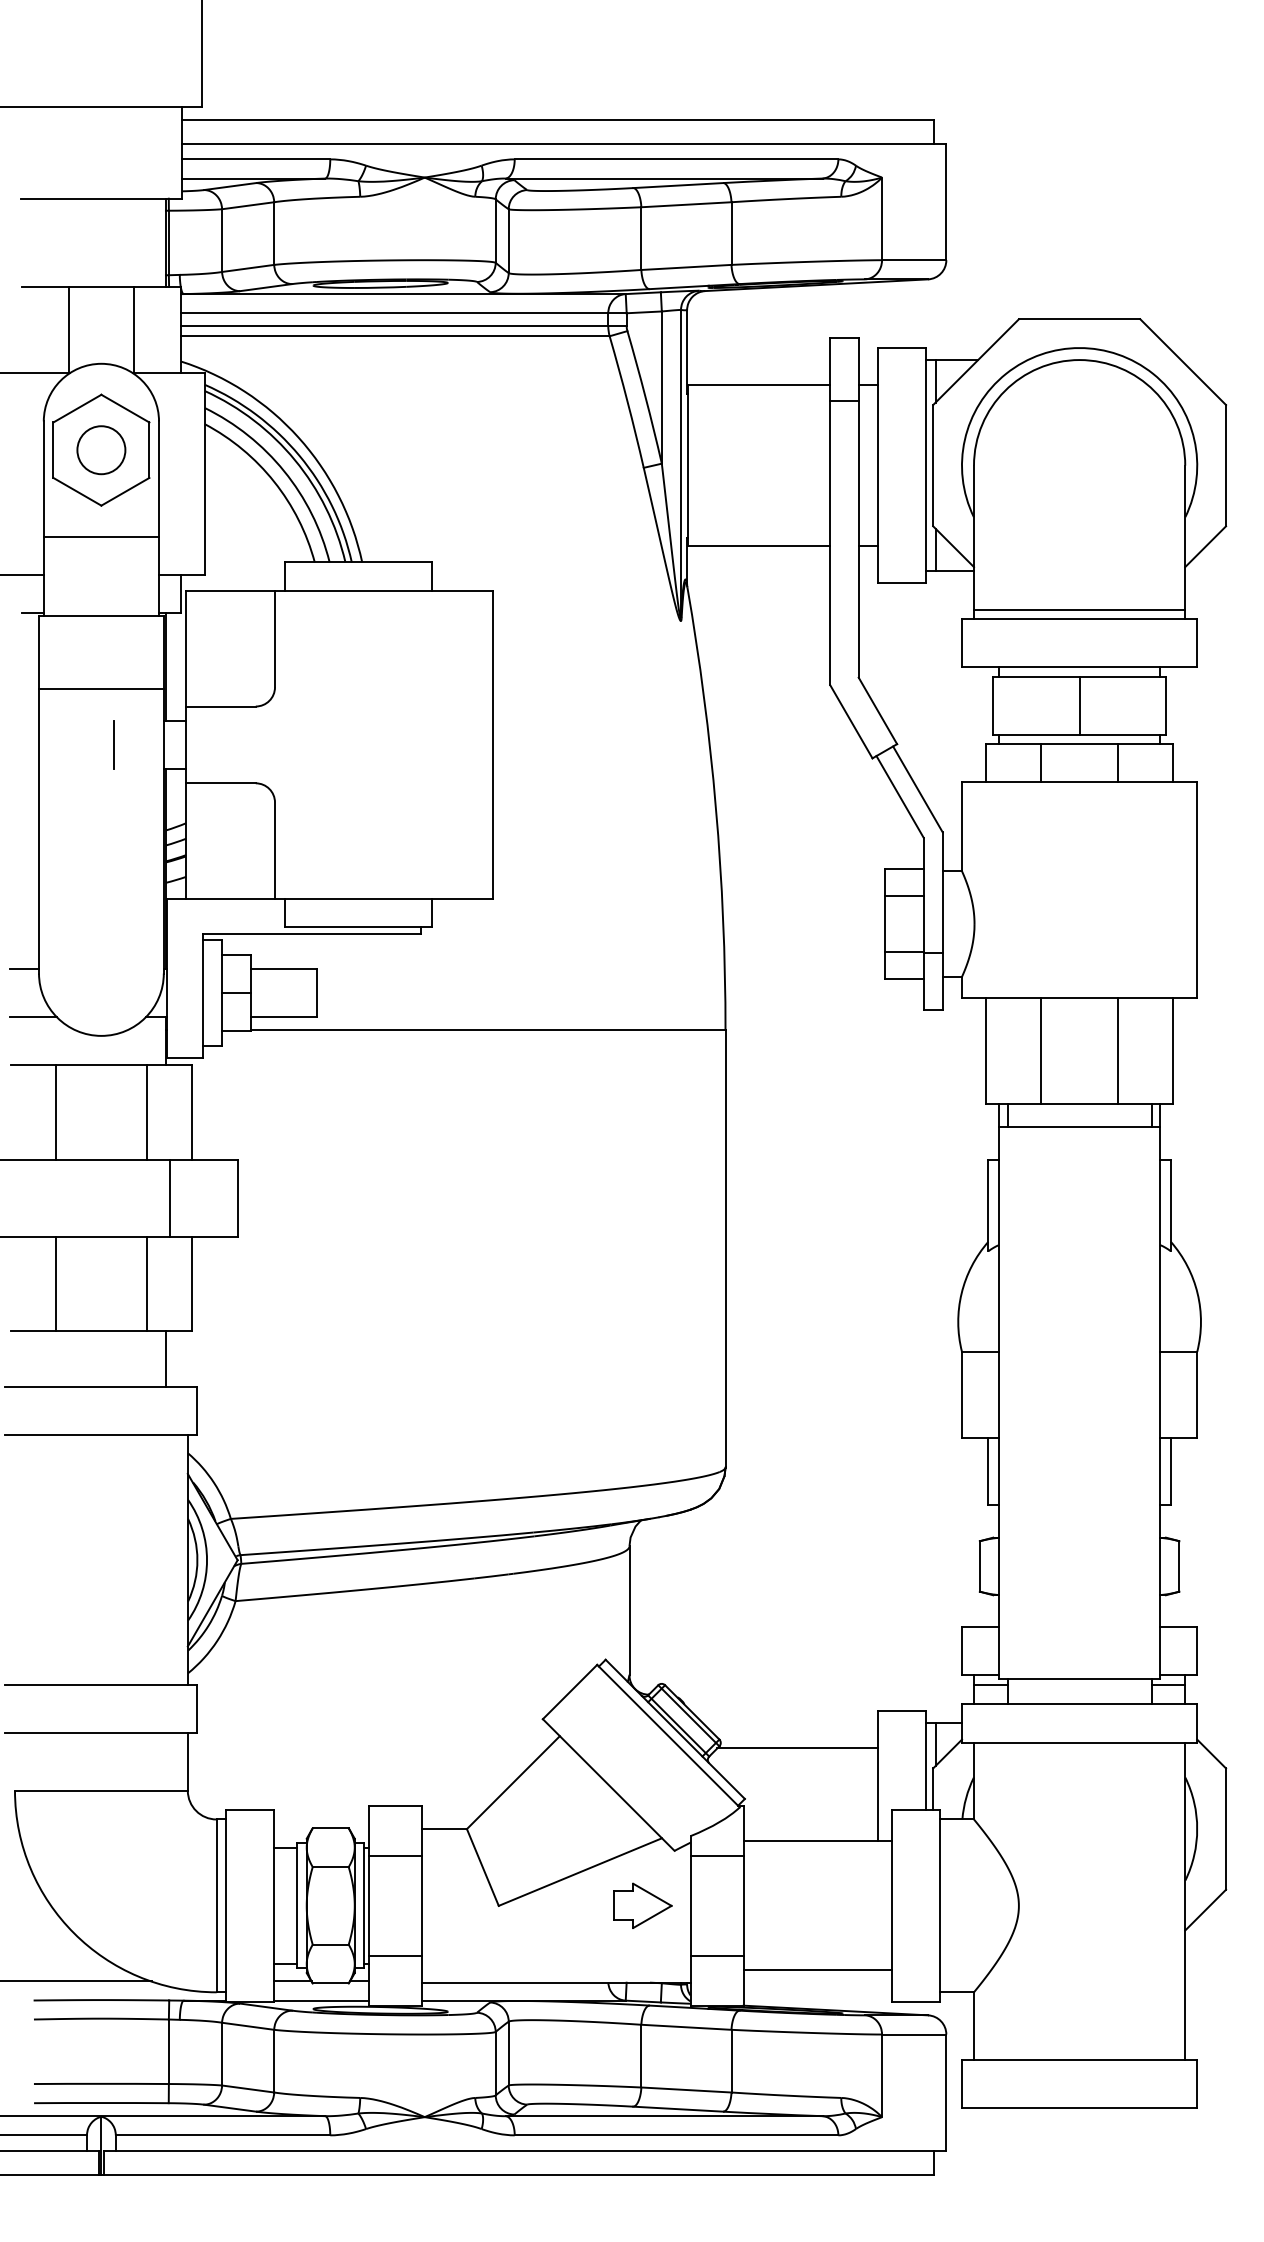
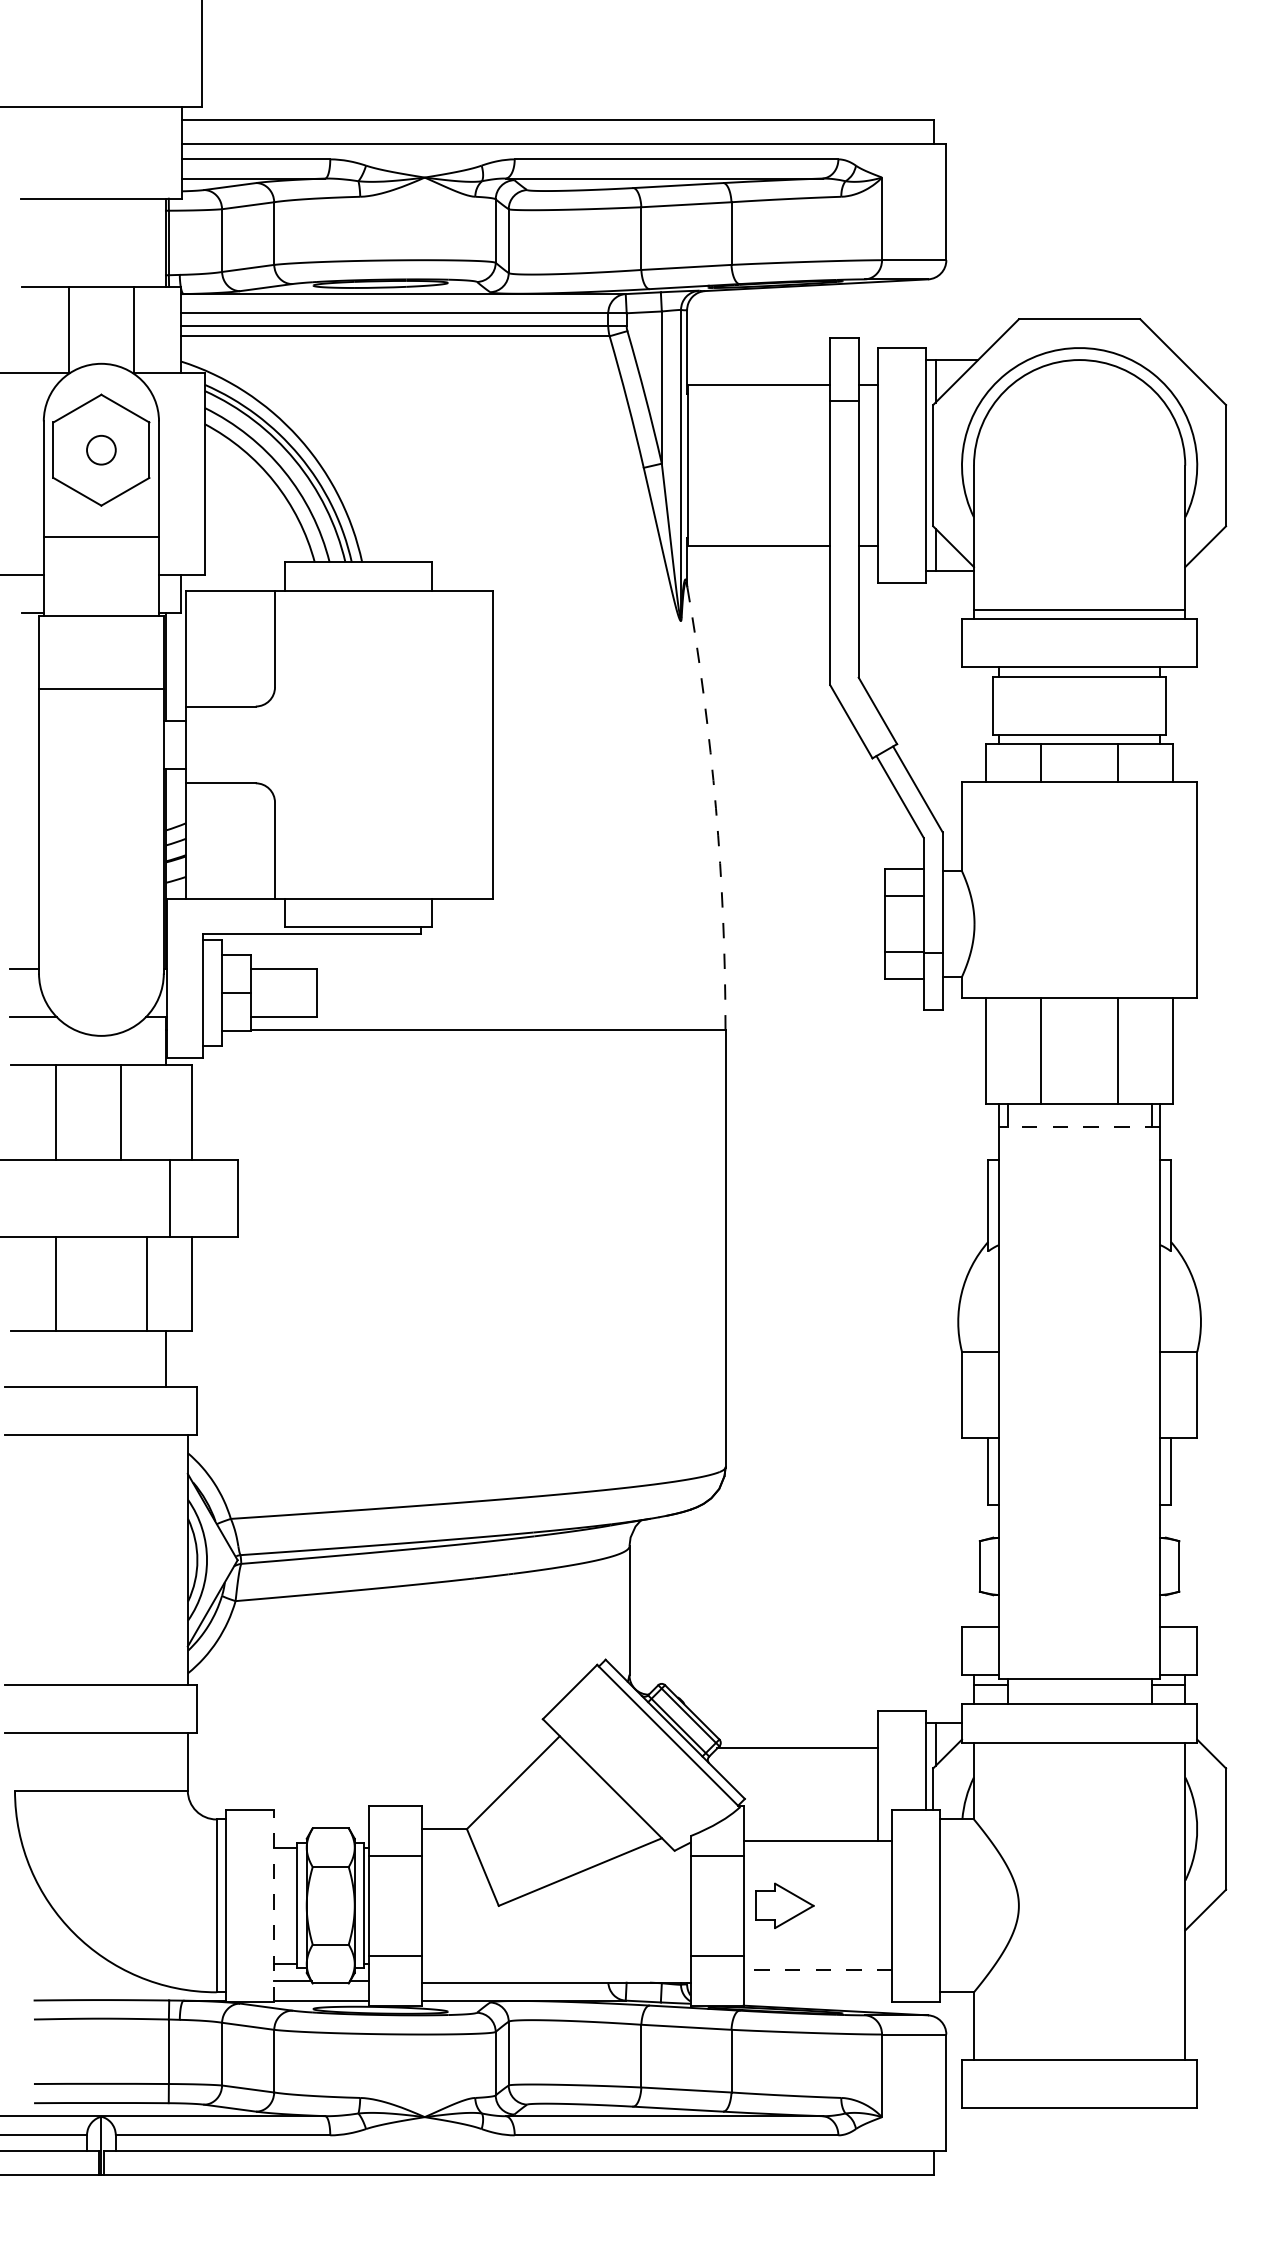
circle at (101, 450) diameter: 48 px -> 29 px
line at (1079, 705): present -> none
line at (113, 744): present -> none
arc at (715, 808): solid -> dashed
line at (146, 1112) position: (146, 1112) -> (120, 1112)
line at (1079, 1127): solid -> dashed
line at (274, 1905): solid -> dashed
part at (642, 1905) position: (642, 1905) -> (784, 1905)
line at (817, 1970): solid -> dashed
line at (76, 1981): present -> none
